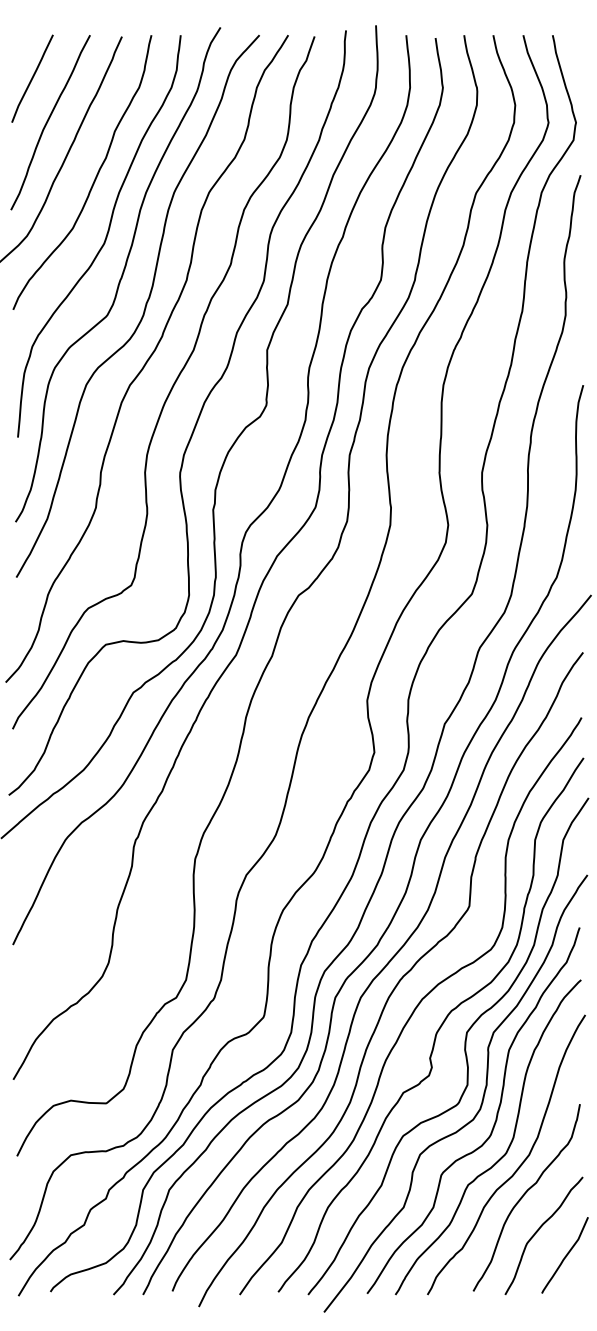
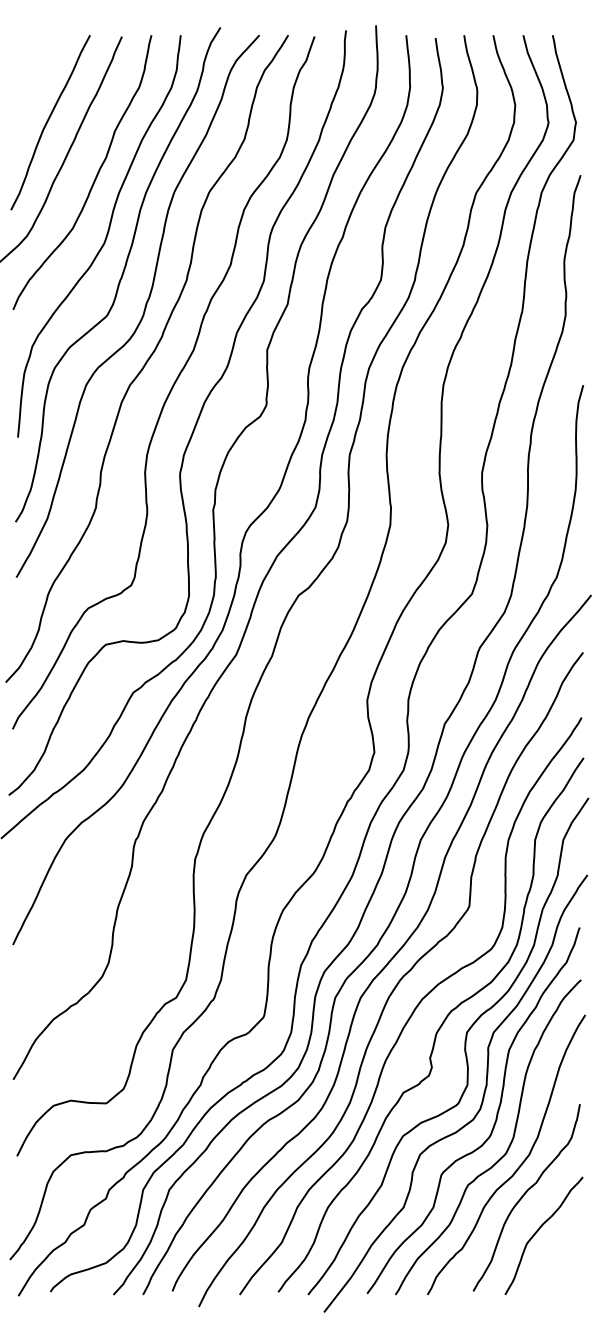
curve at (32, 78): present -> none
curve at (565, 1255): present -> none
